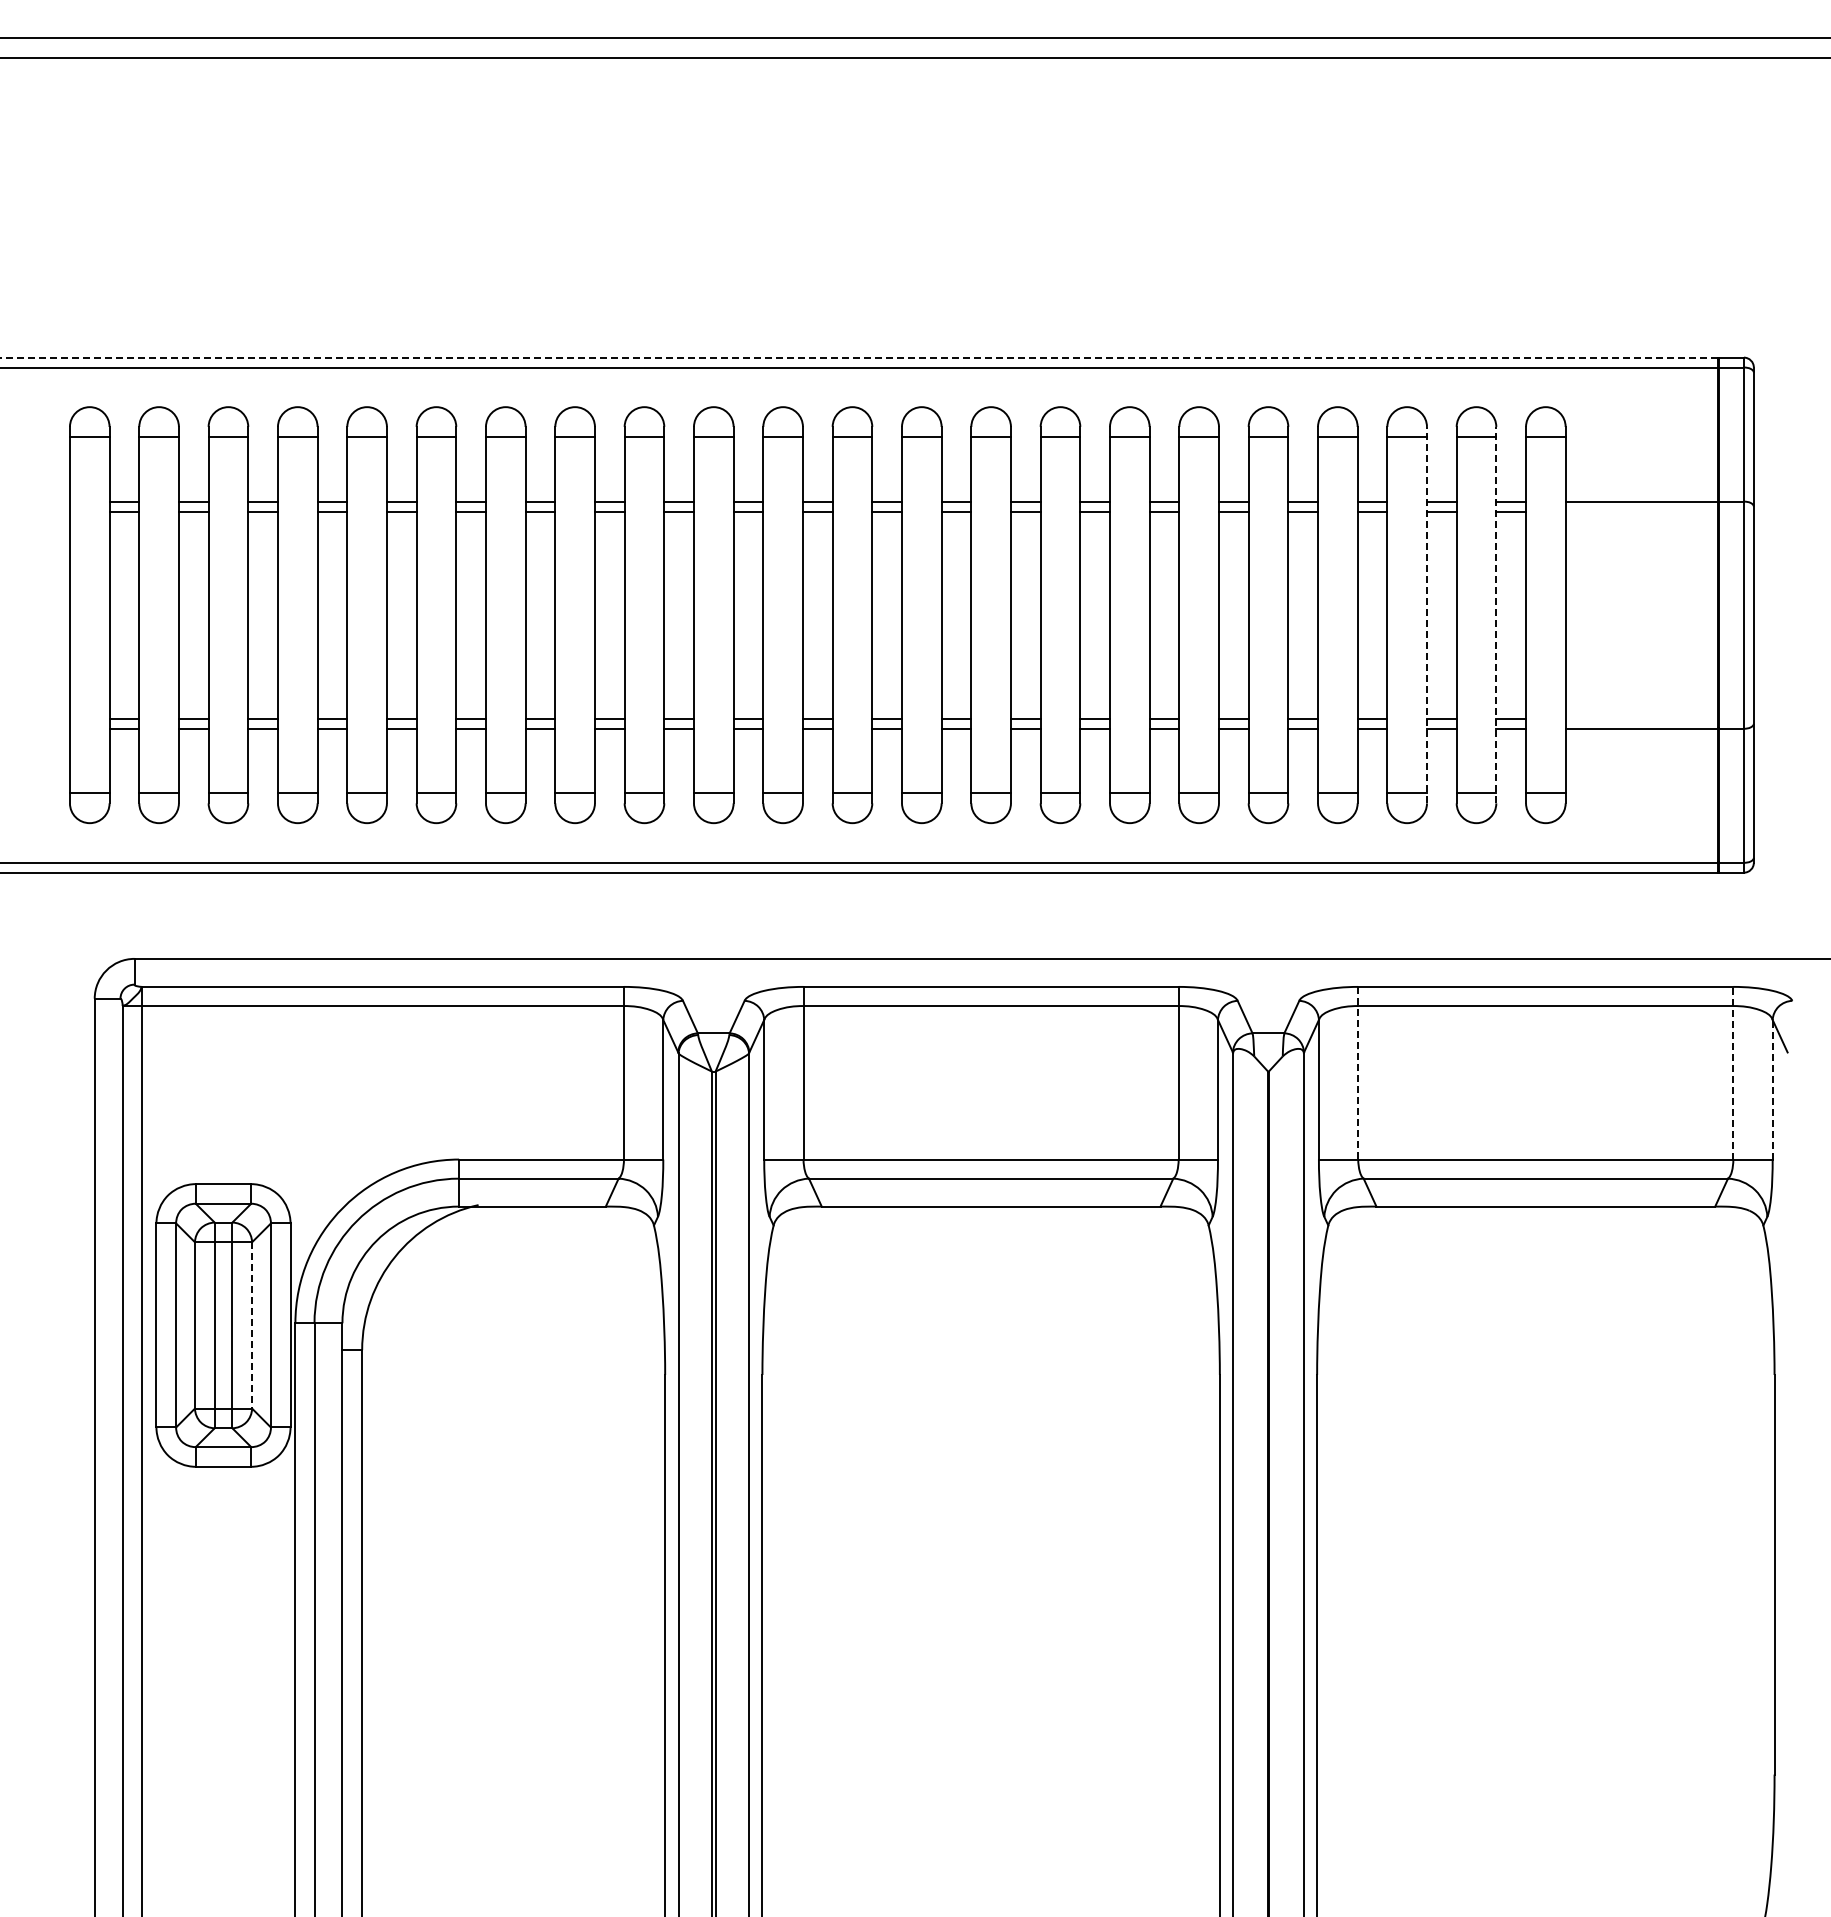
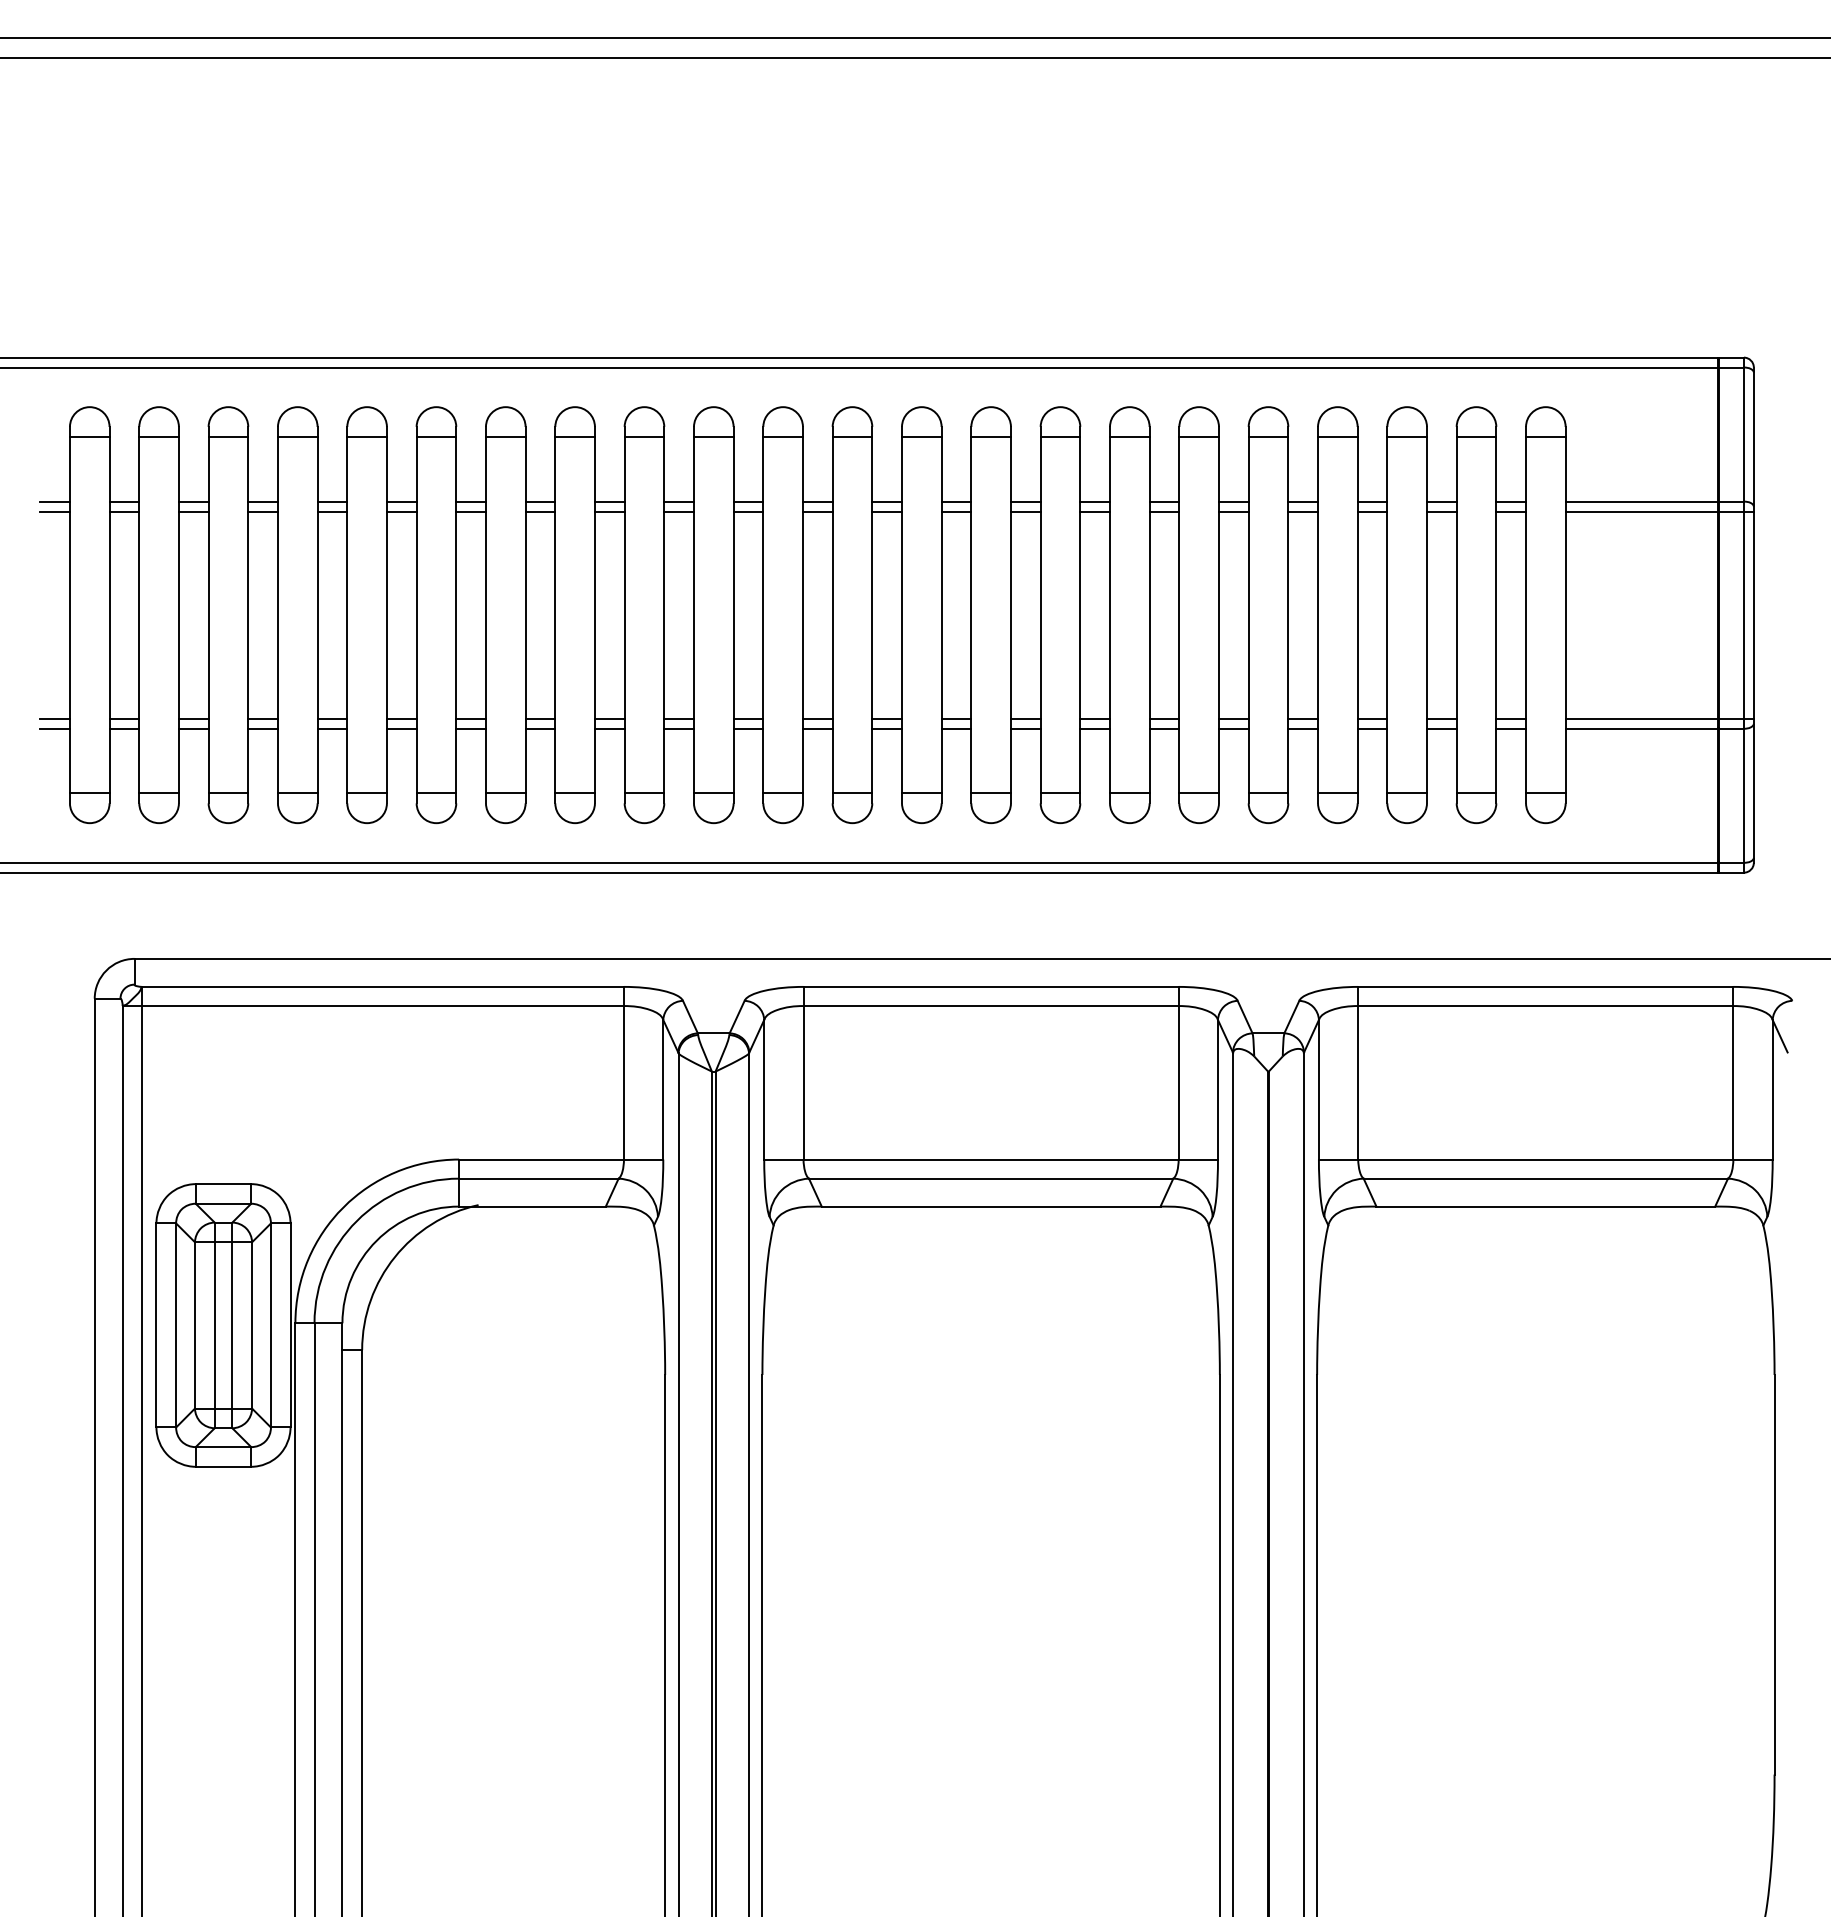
line at (859, 357): dashed -> solid
line at (54, 501): none -> present
line at (54, 511): none -> present
line at (1659, 511): none -> present
line at (1426, 614): dashed -> solid
line at (1496, 614): dashed -> solid
line at (54, 718): none -> present
line at (1659, 718): none -> present
line at (54, 728): none -> present
line at (1733, 1072): dashed -> solid
line at (1358, 1073): dashed -> solid
line at (1772, 1089): dashed -> solid
line at (252, 1325): dashed -> solid
